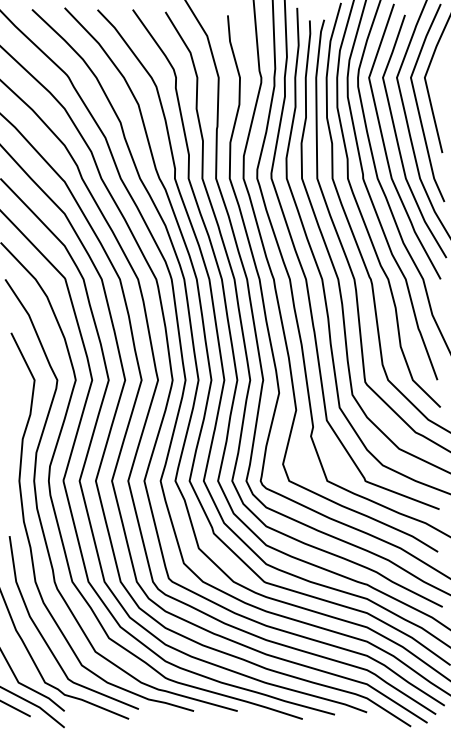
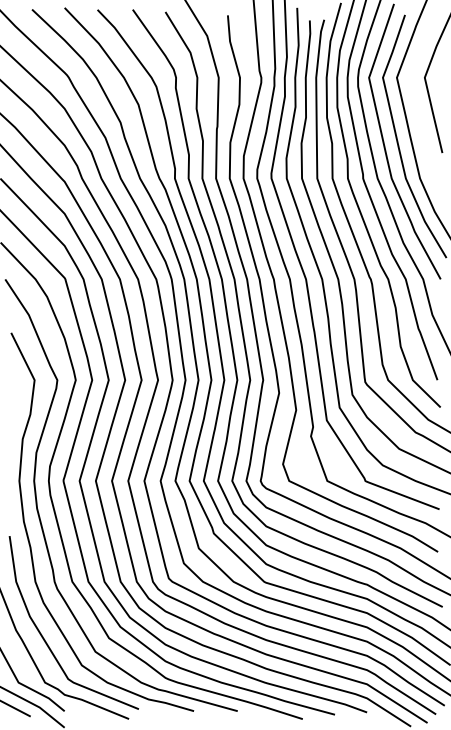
curve at (418, 105): present -> none
